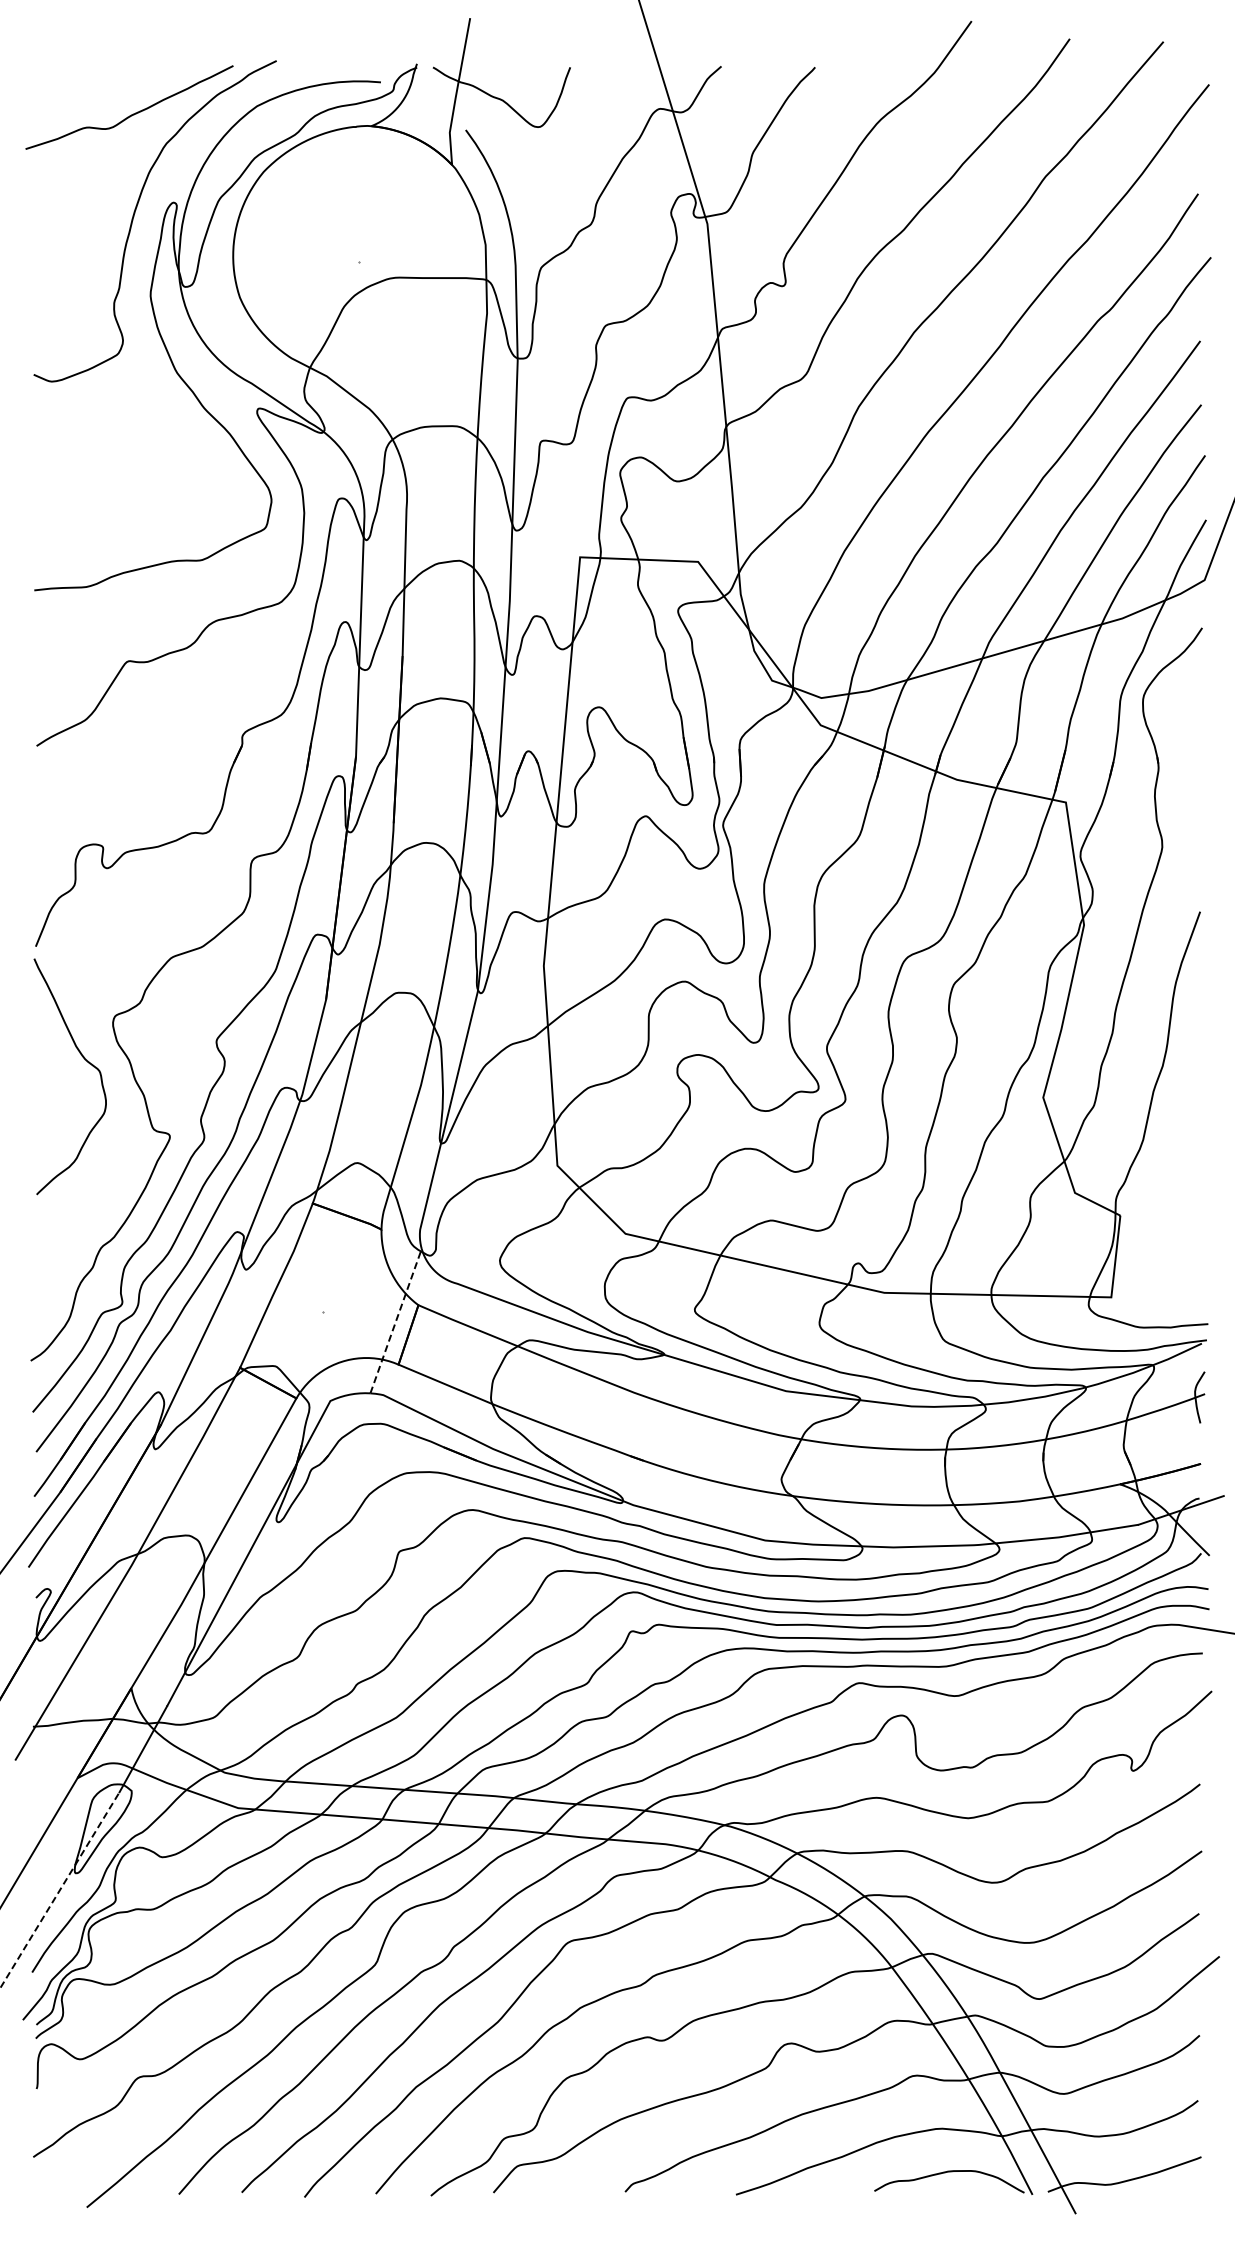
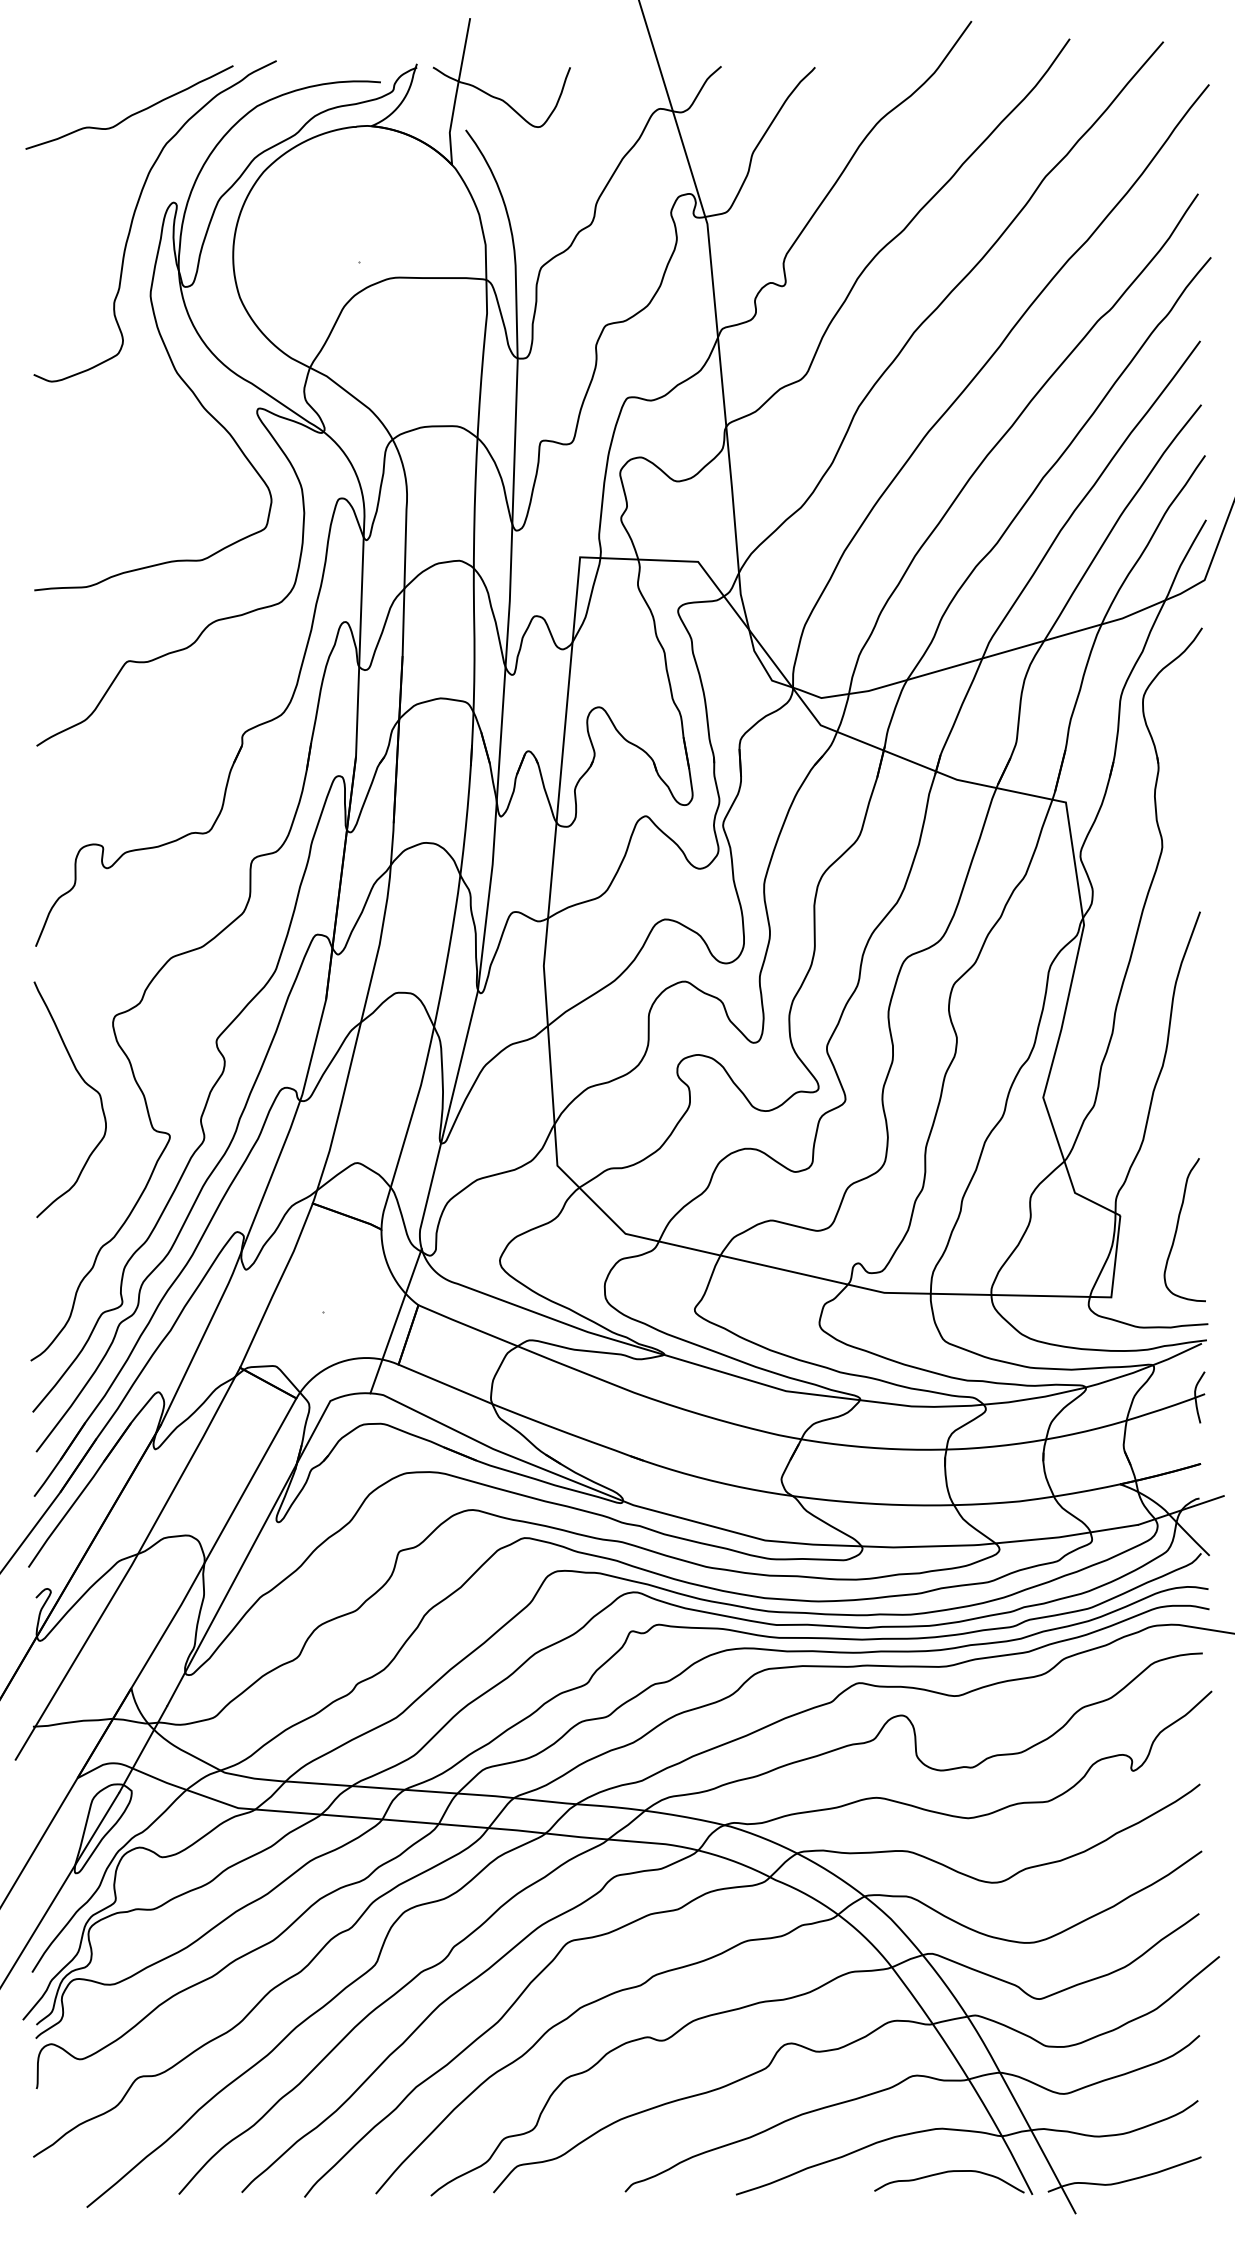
curve at (85, 1060) position: (85, 1060) -> (85, 1083)
curve at (1177, 1230): none -> present
line at (396, 1321): dashed -> solid
line at (59, 1890): dashed -> solid
